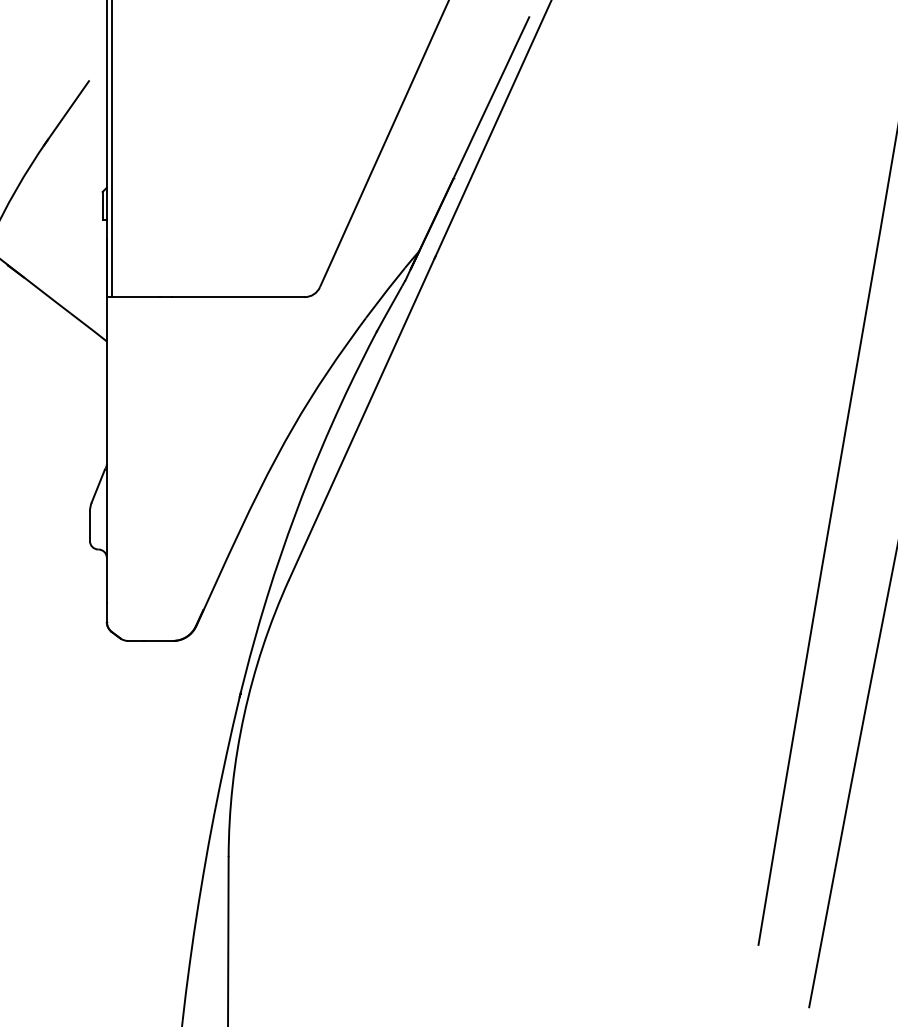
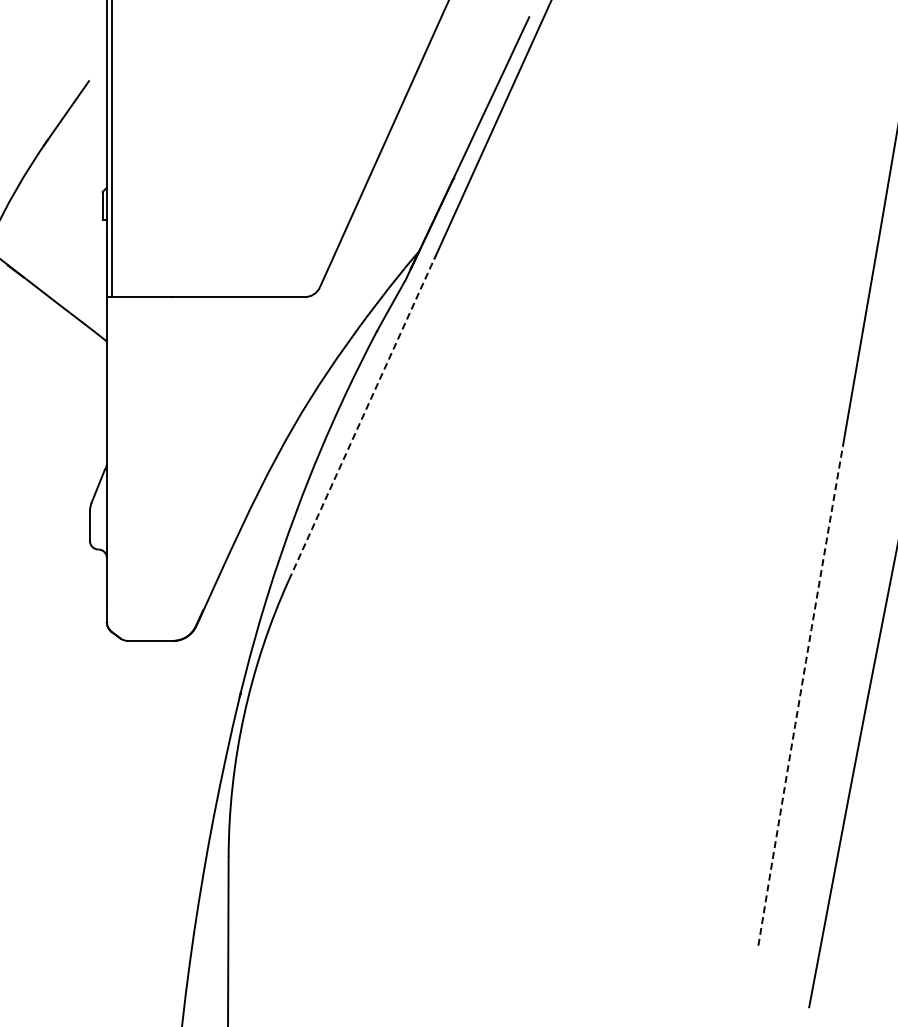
line at (361, 418): solid -> dashed
arc at (800, 692): solid -> dashed
